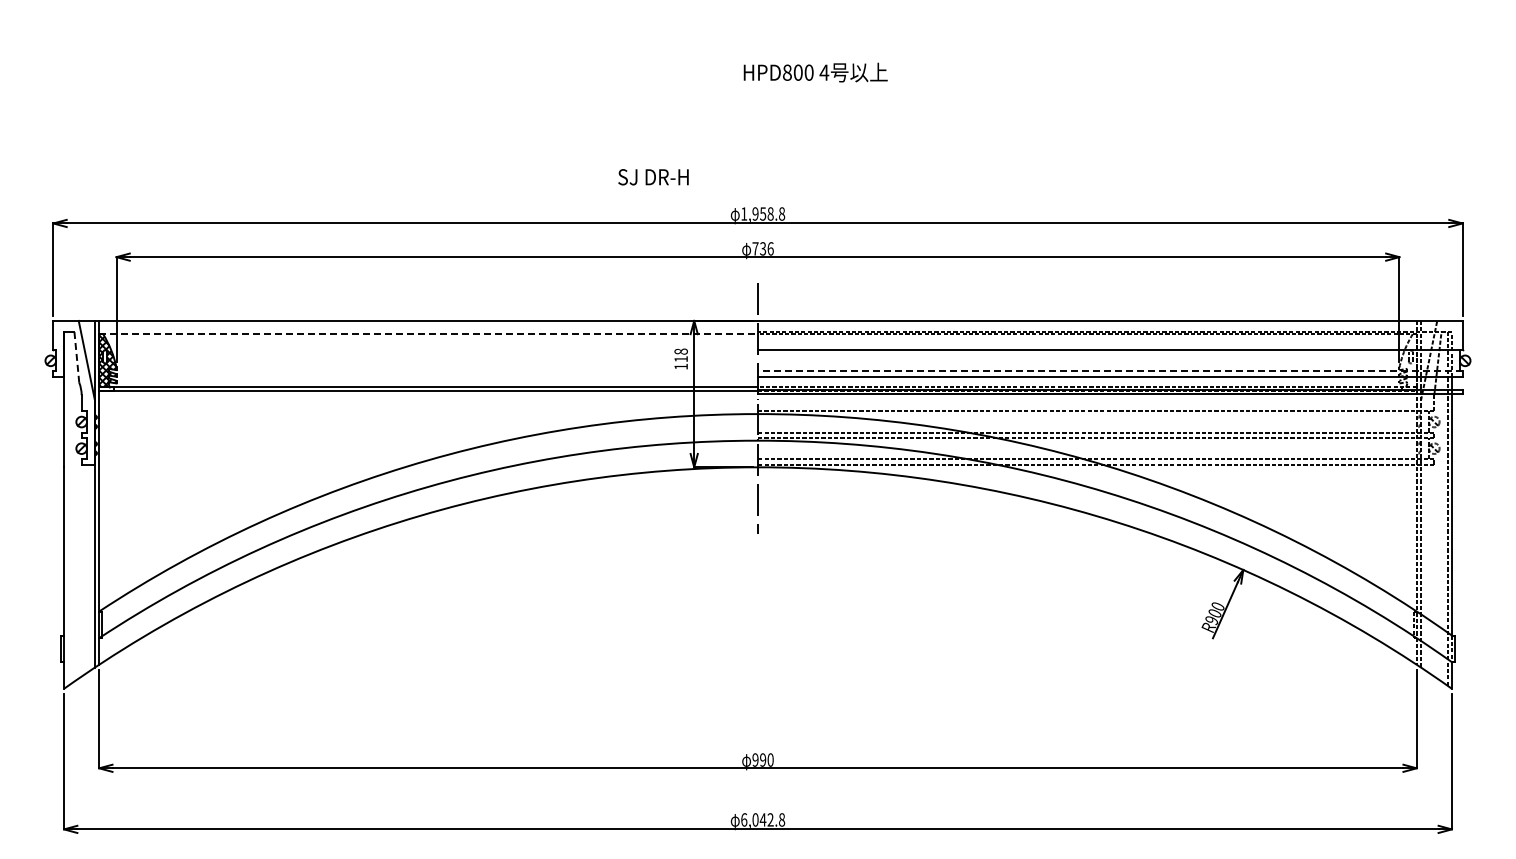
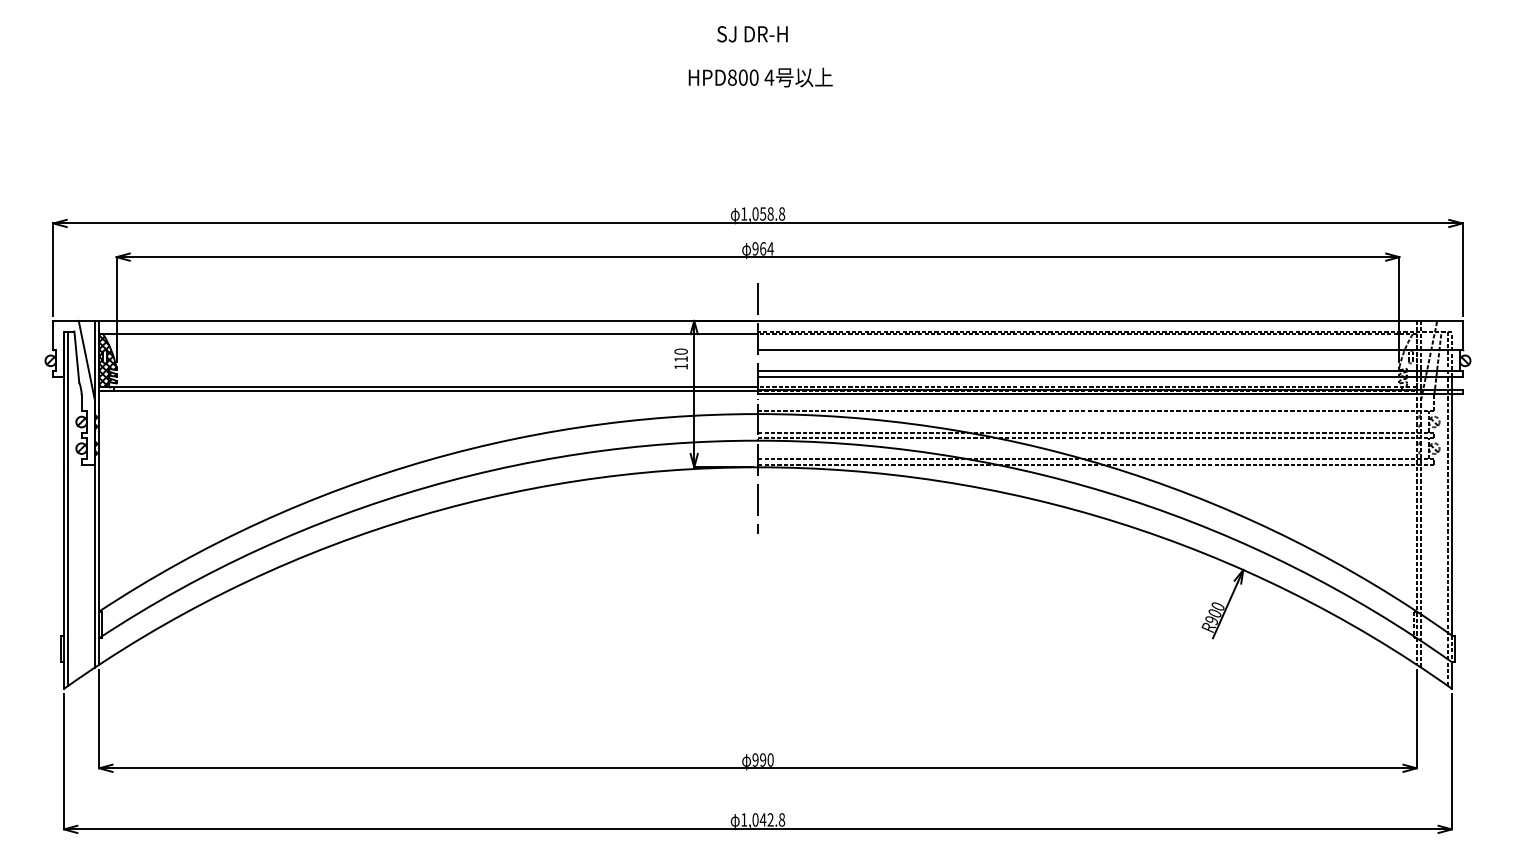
text at (815, 72) position: (815, 72) -> (760, 77)
text at (653, 177) position: (653, 177) -> (752, 34)
text at (755, 213): 1,958.8 -> 1,058.8
text at (762, 248): 736 -> 964
line at (429, 334): dashed -> solid
text at (681, 351): 118 -> 110
line at (76, 357): dashed -> solid
line at (1109, 371): dashed -> solid
line at (68, 508): none -> present
text at (744, 819): 6,042.8 -> 1,042.8
